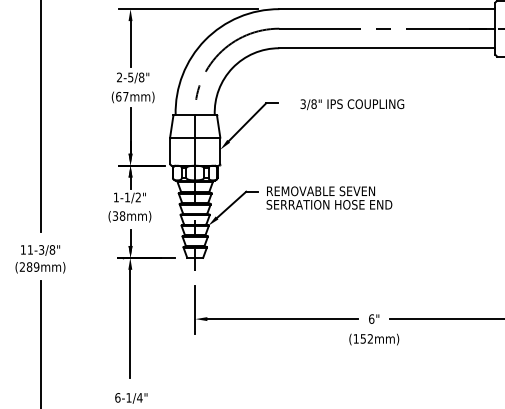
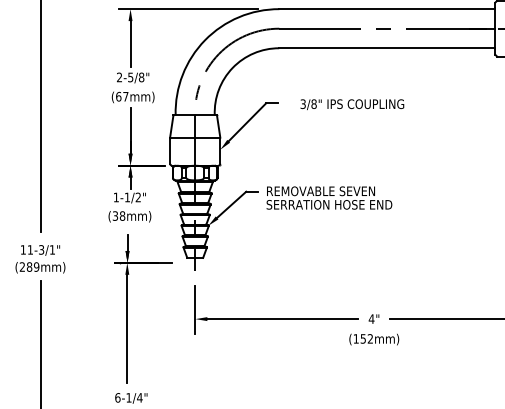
text at (52, 249): 11-3/8" -> 11-3/1"
part at (130, 303) position: (130, 303) -> (127, 308)
text at (371, 318): 6" -> 4"
